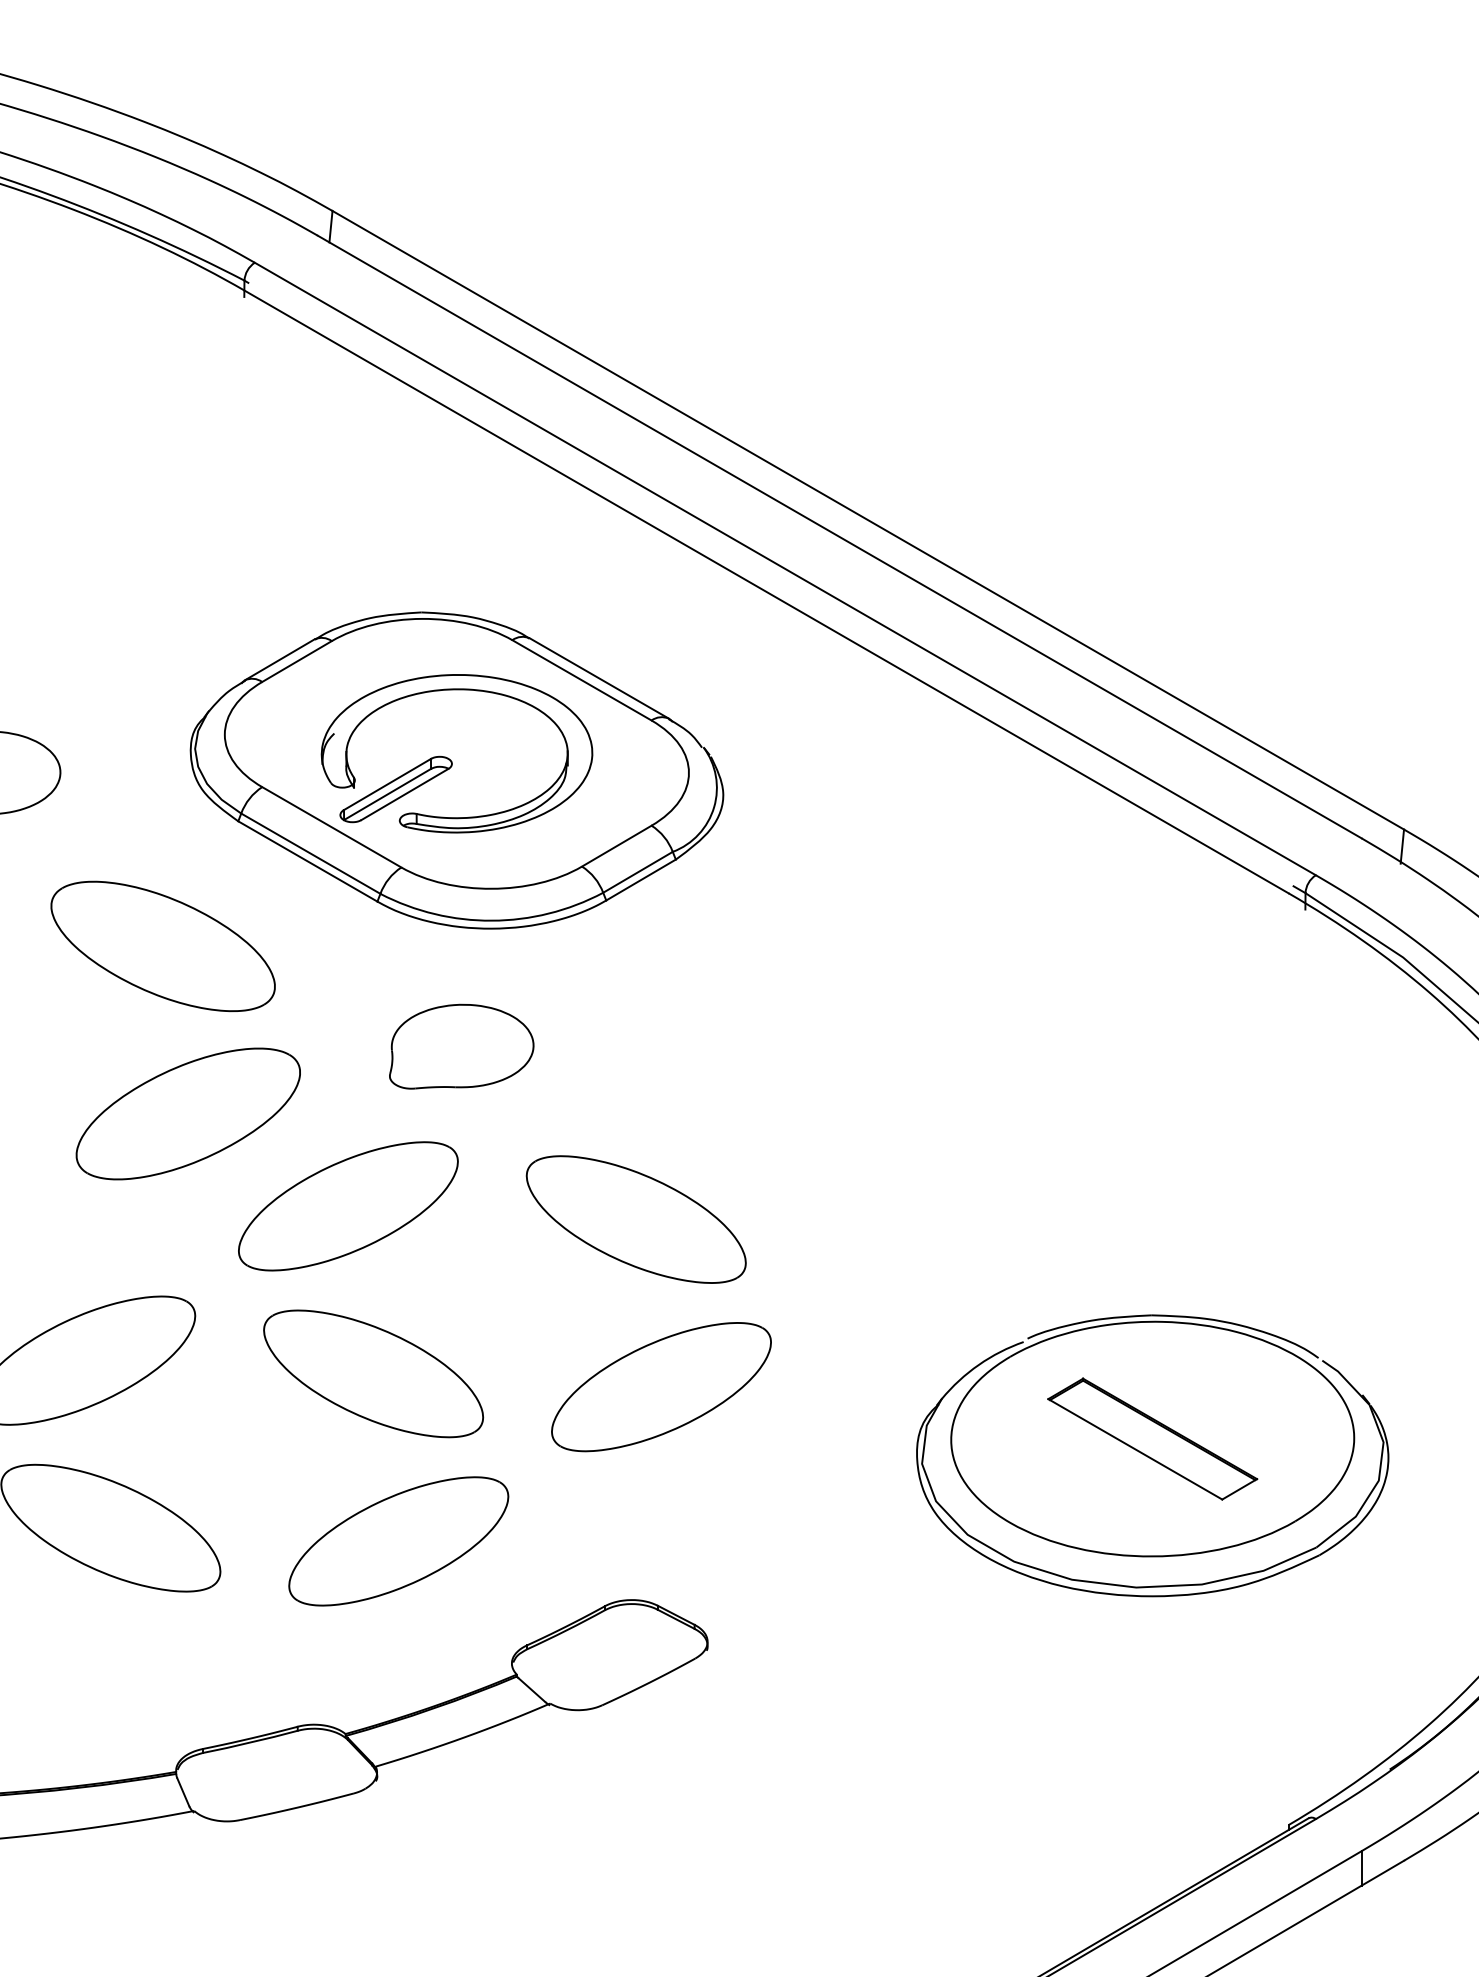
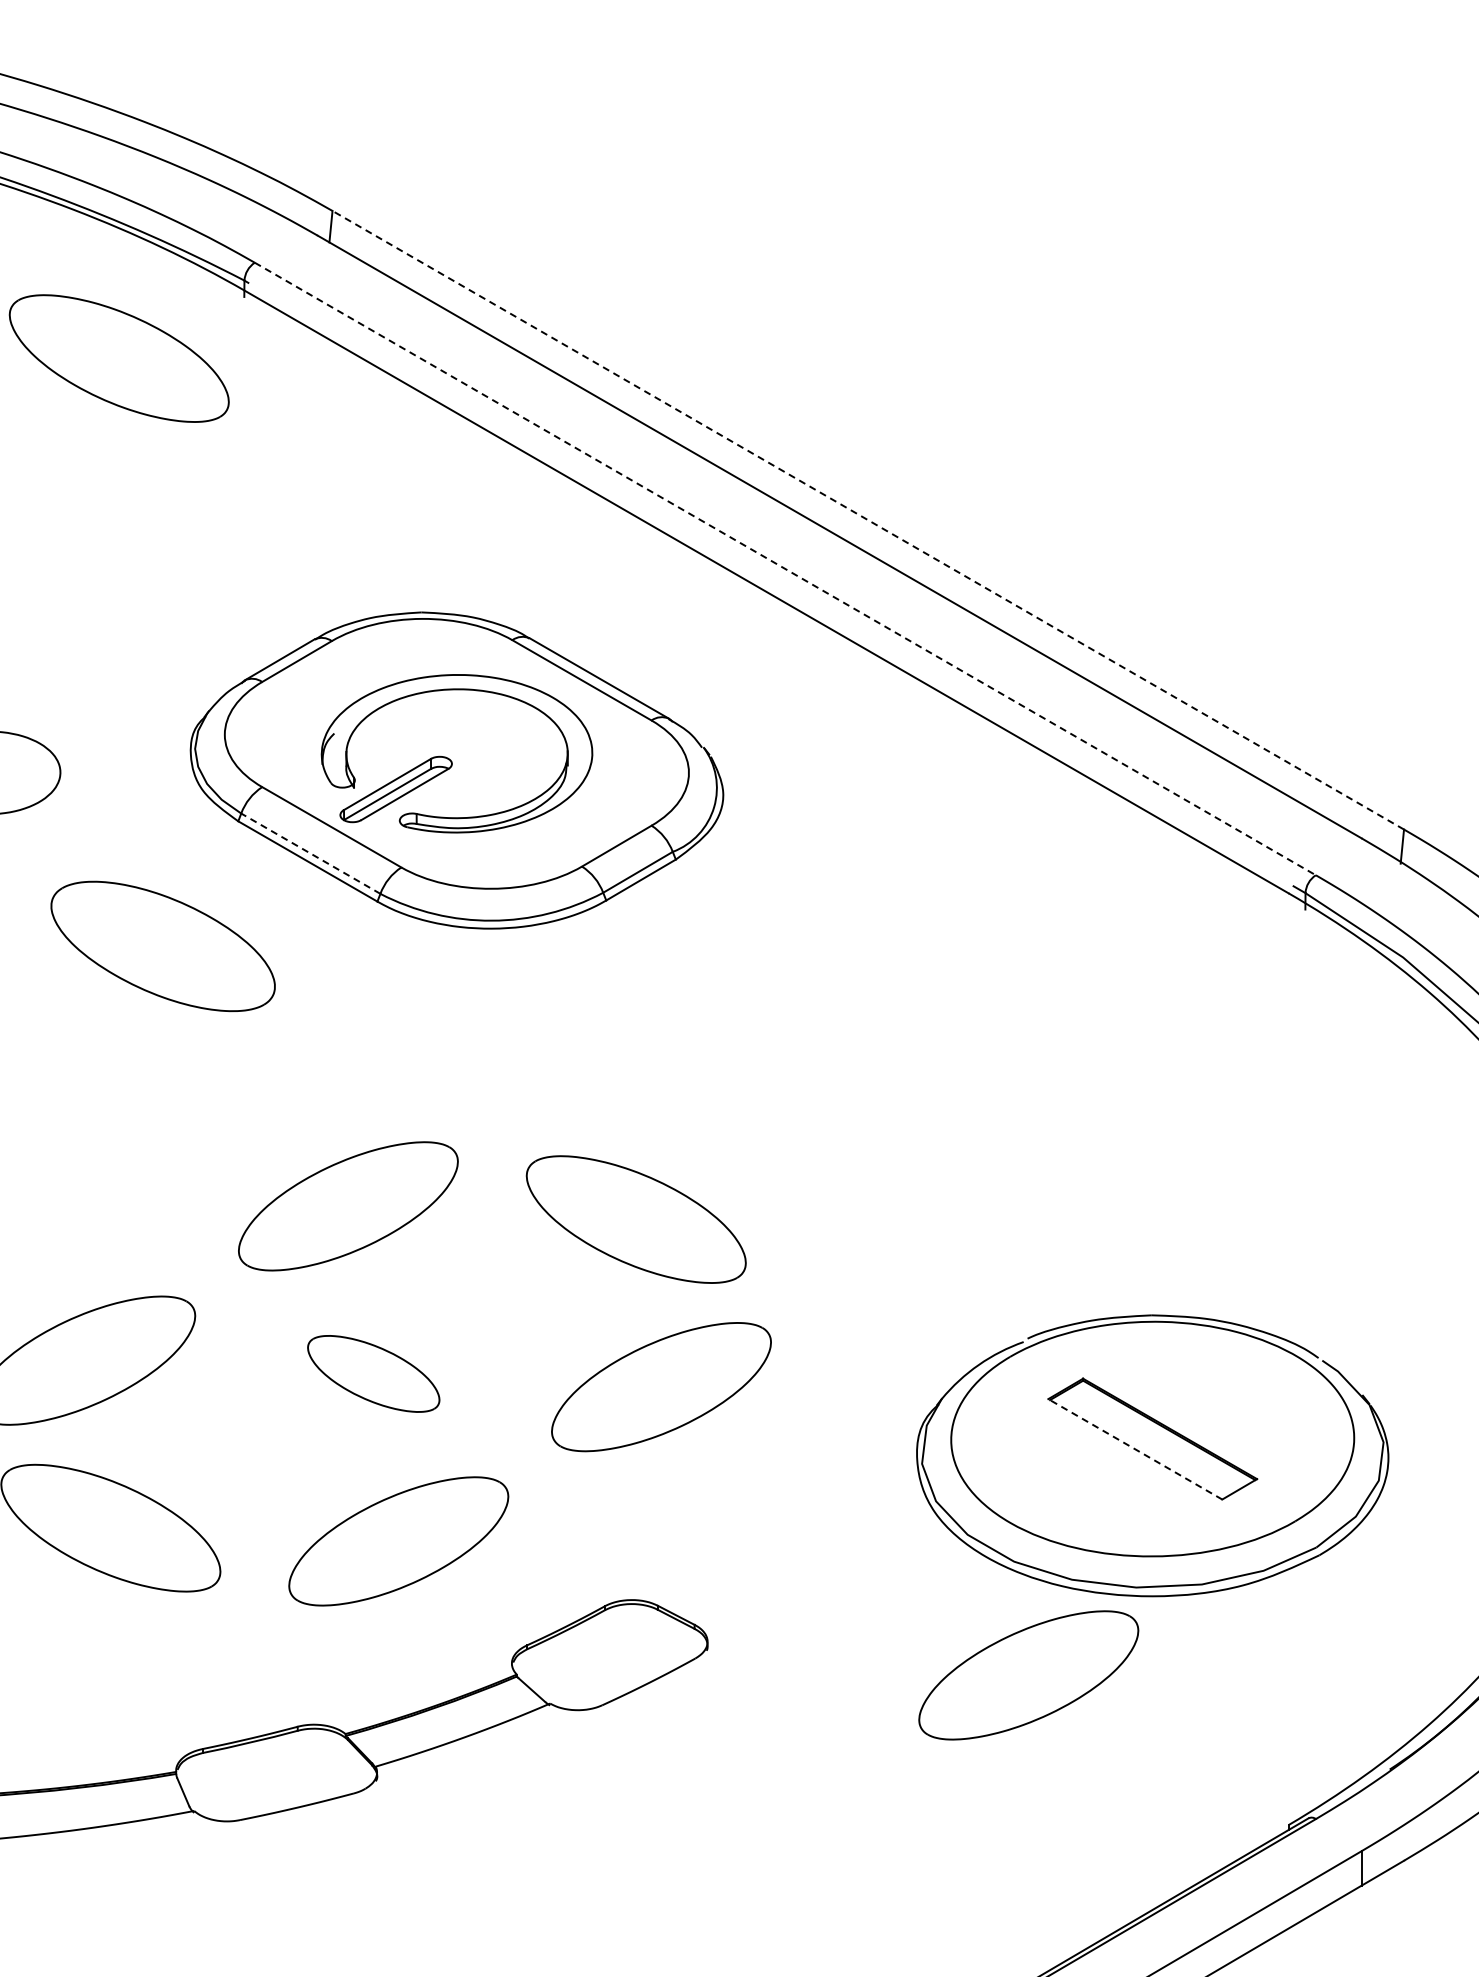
part at (118, 358): none -> present
line at (868, 520): solid -> dashed
line at (785, 568): solid -> dashed
line at (310, 853): solid -> dashed
part at (461, 1046): present -> none
part at (187, 1113): present -> none
part at (373, 1373) size: 222x130 px -> 134x78 px
line at (1134, 1449): solid -> dashed
part at (1028, 1675): none -> present
